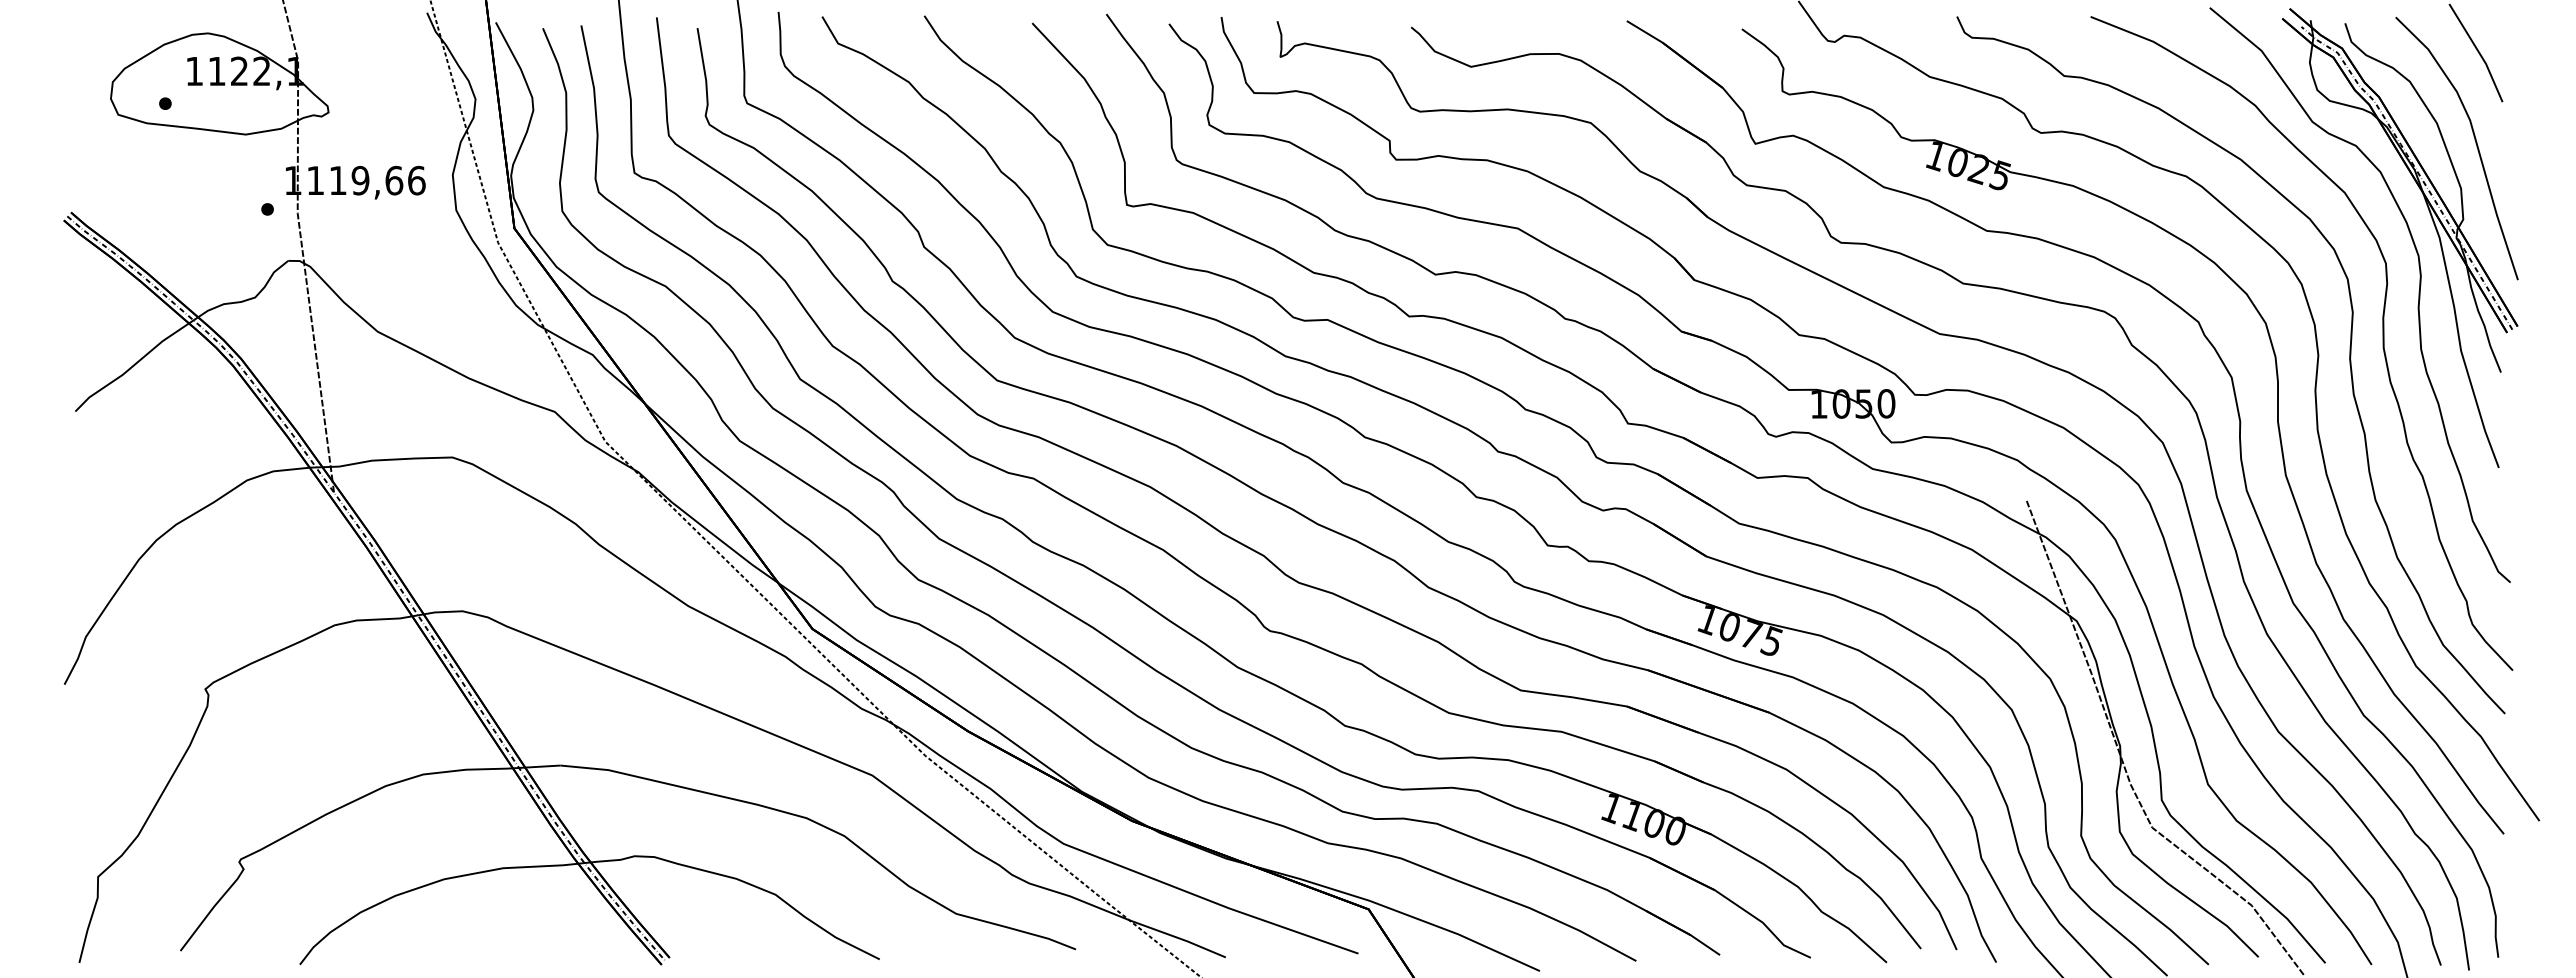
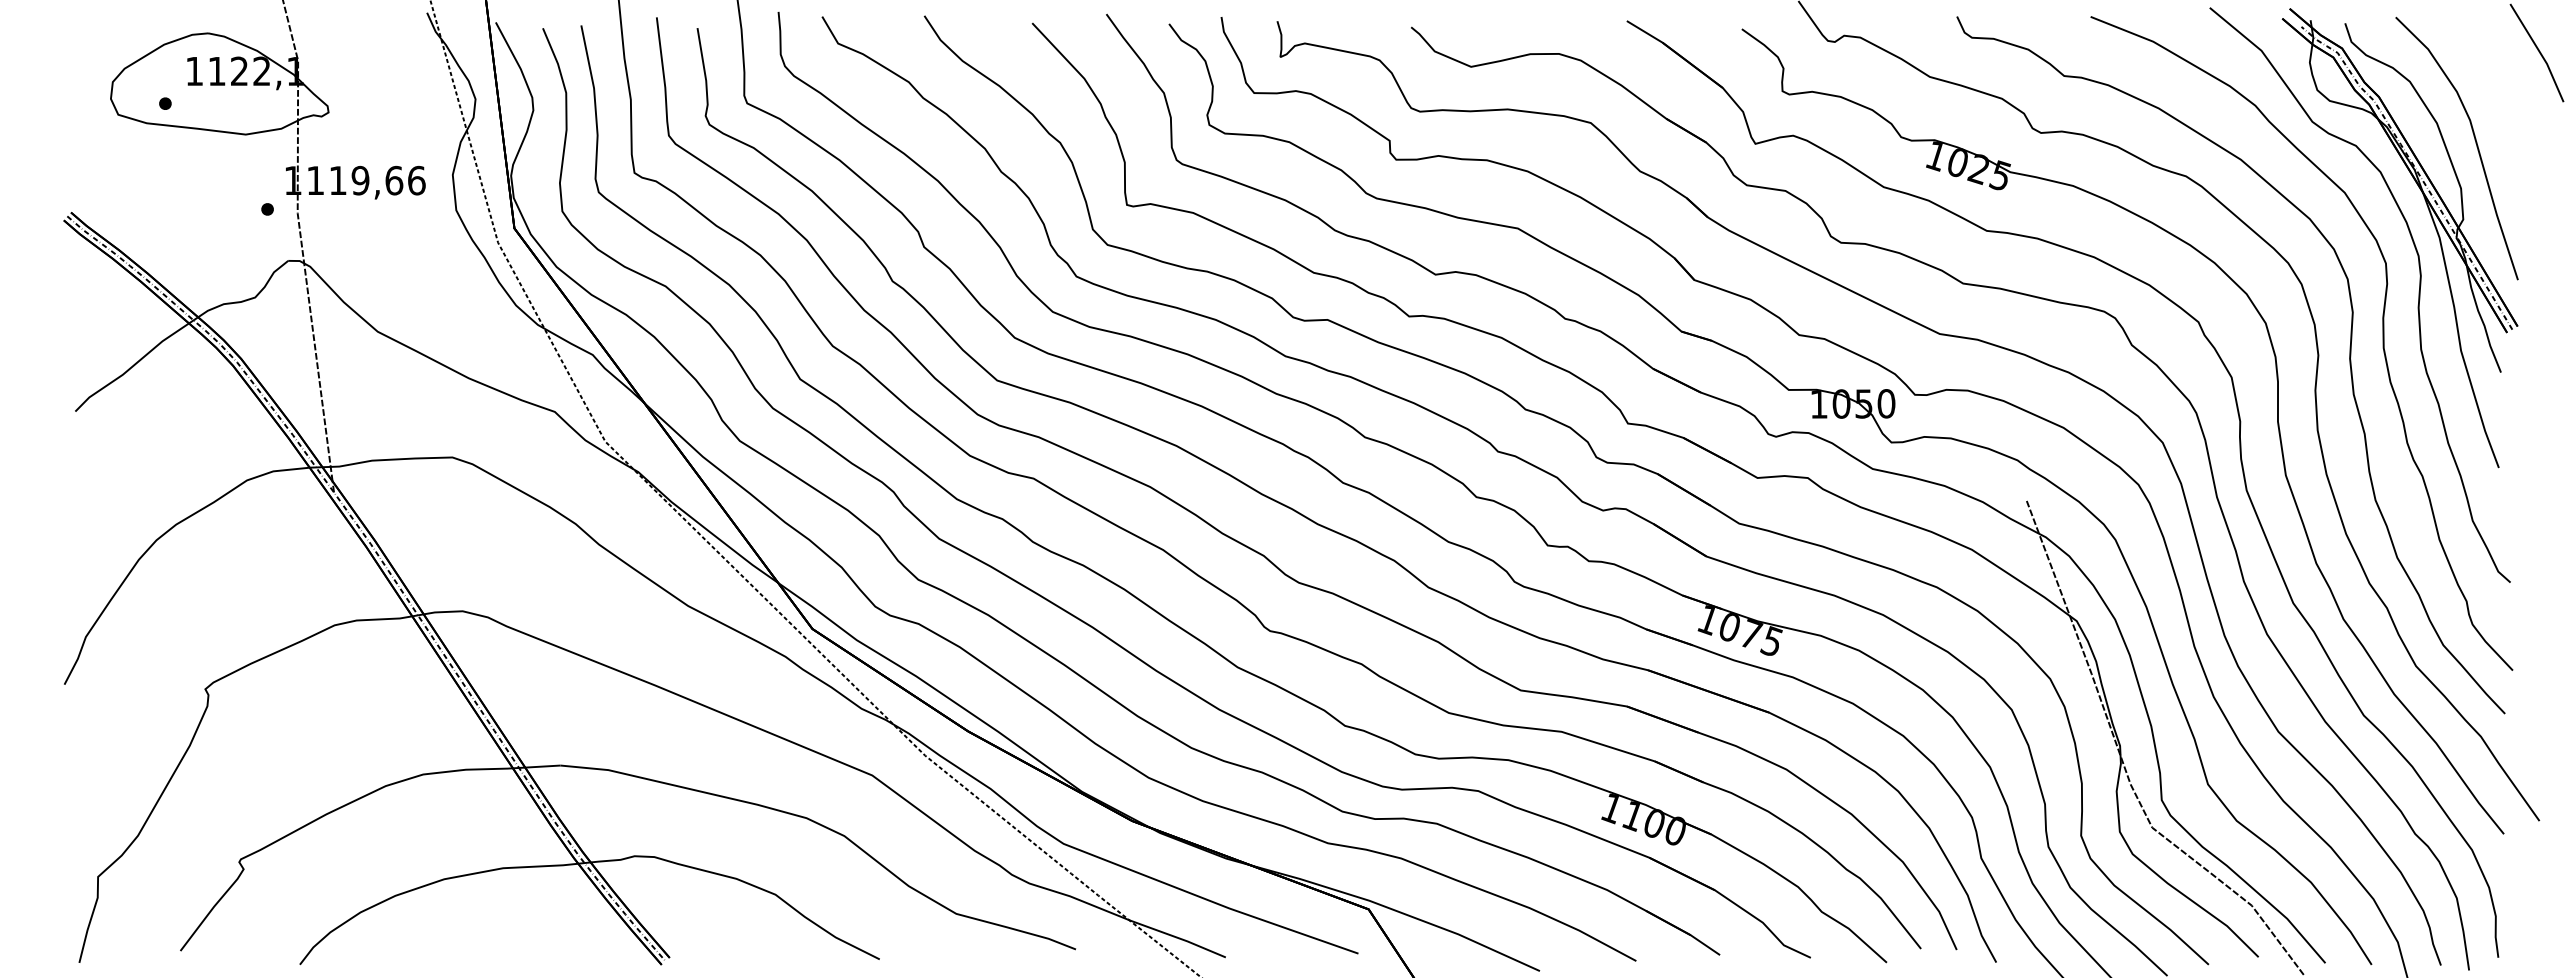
line at (2476, 50) position: (2476, 50) -> (2537, 50)
